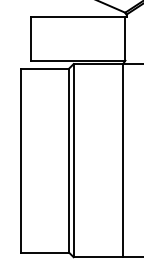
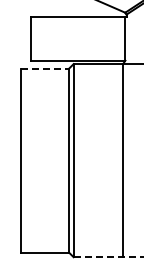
line at (45, 68): solid -> dashed
line at (108, 257): solid -> dashed
